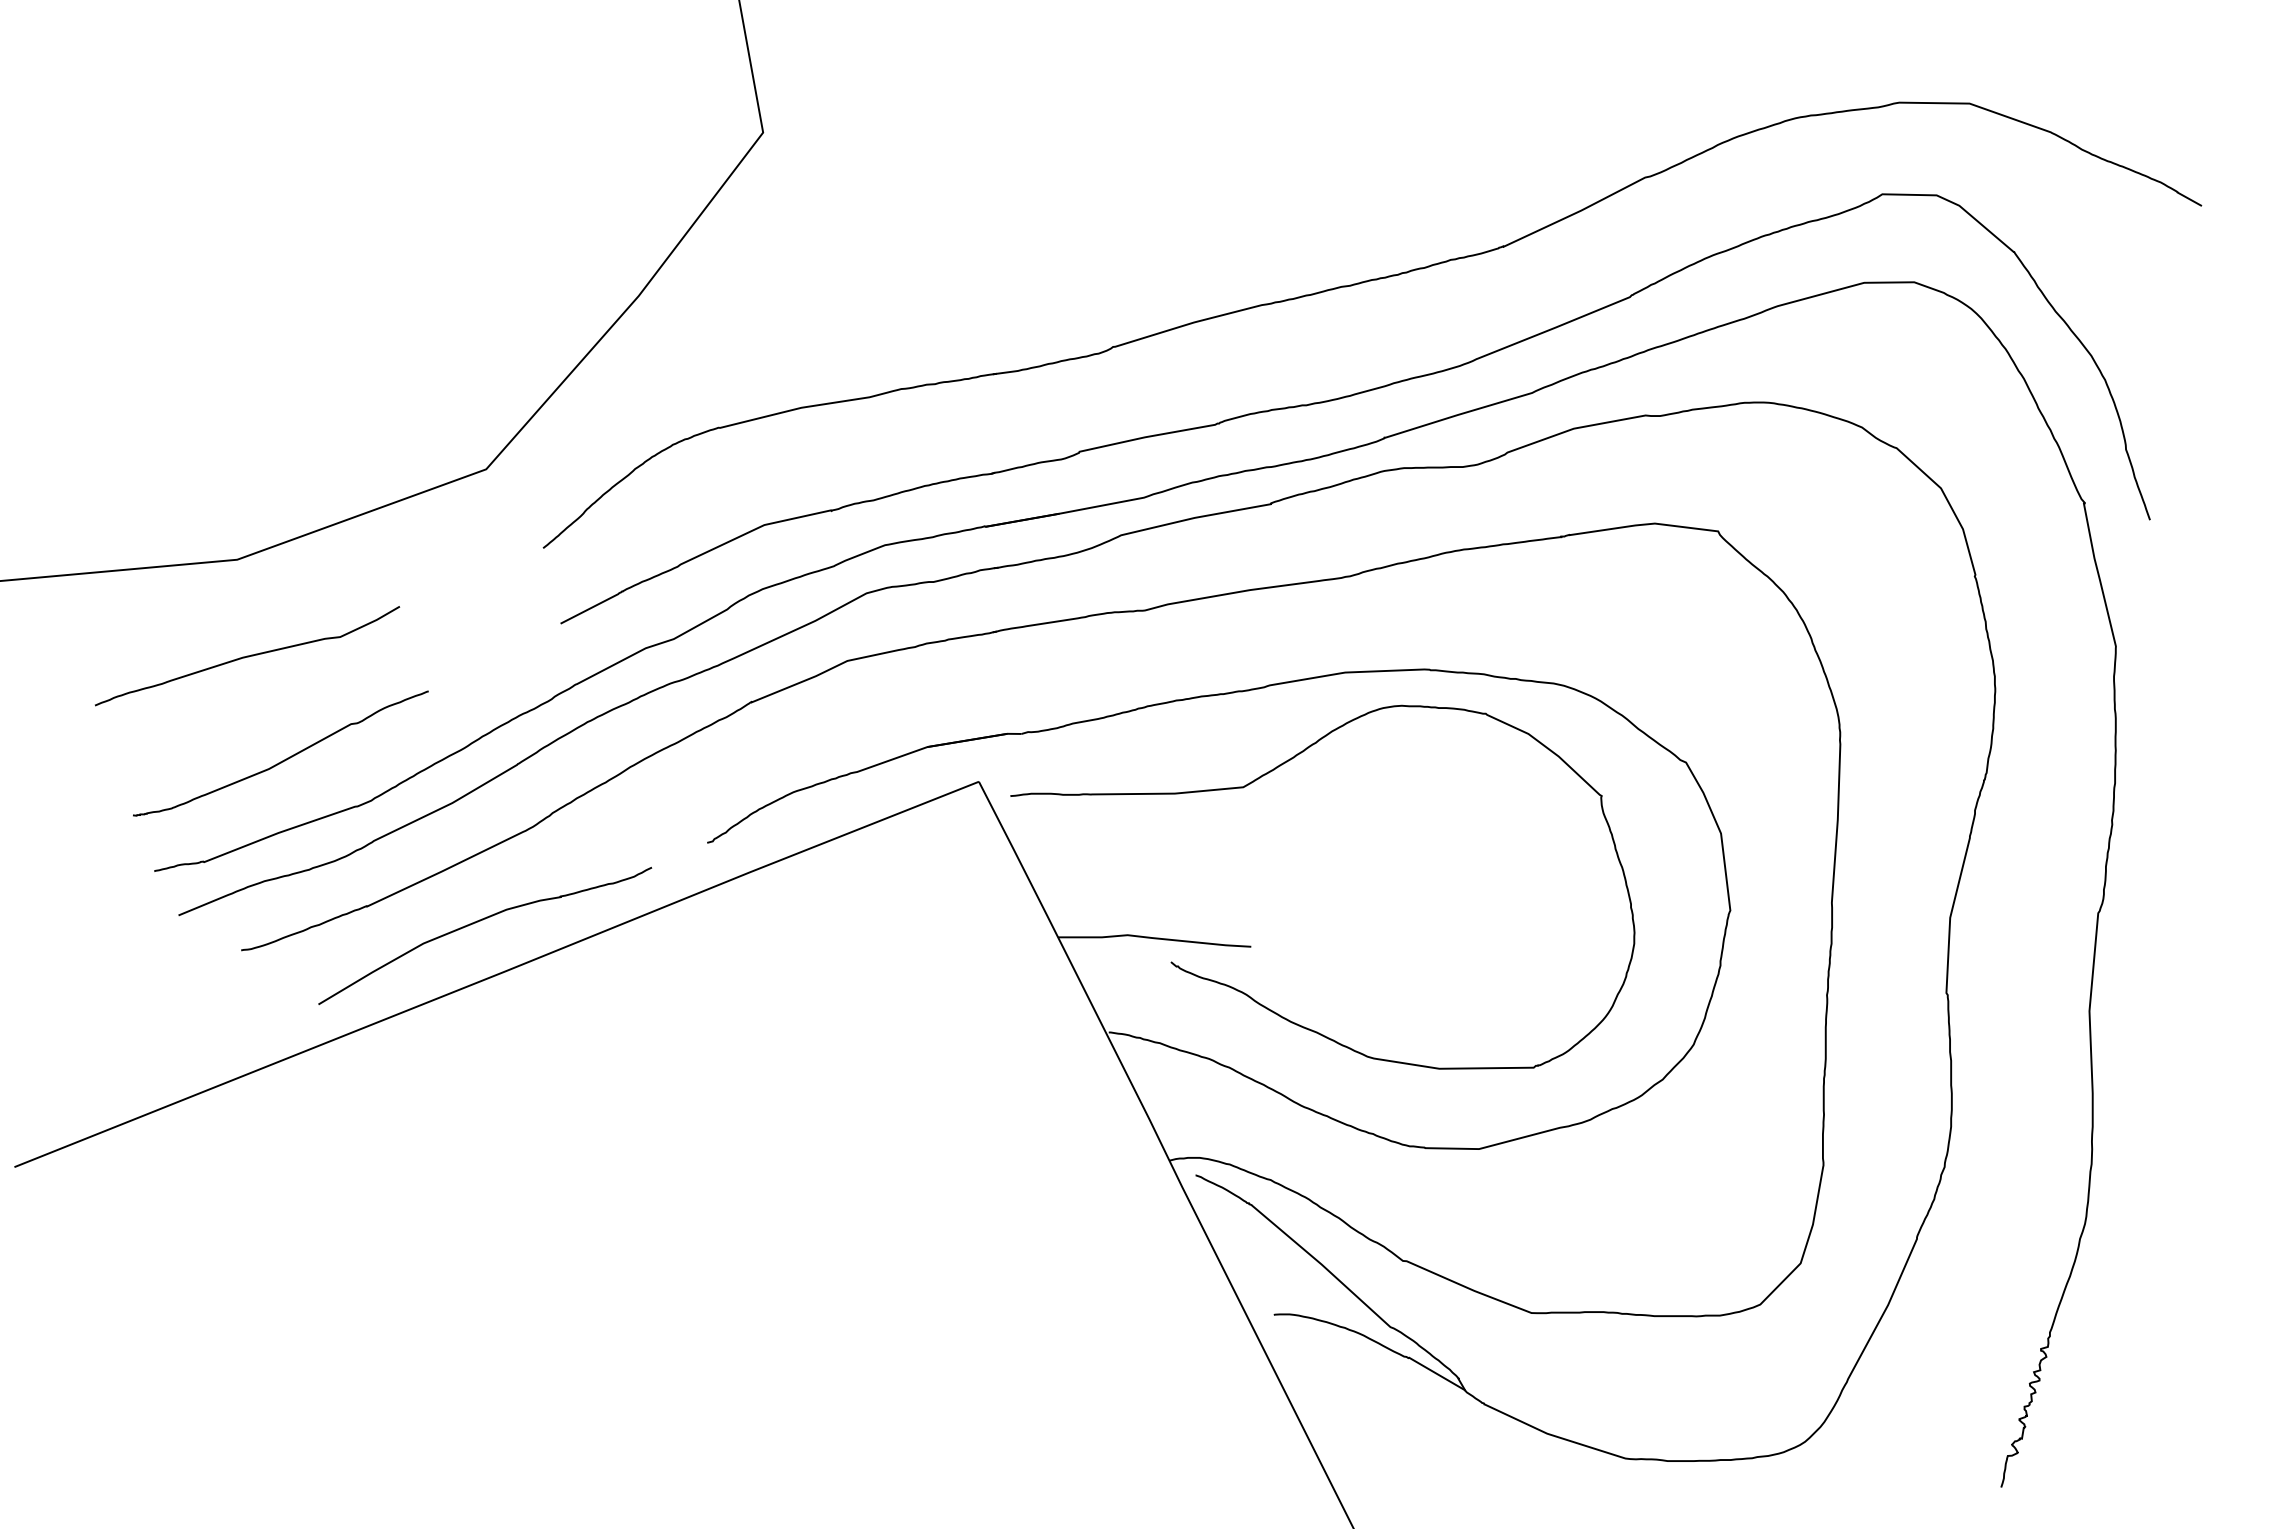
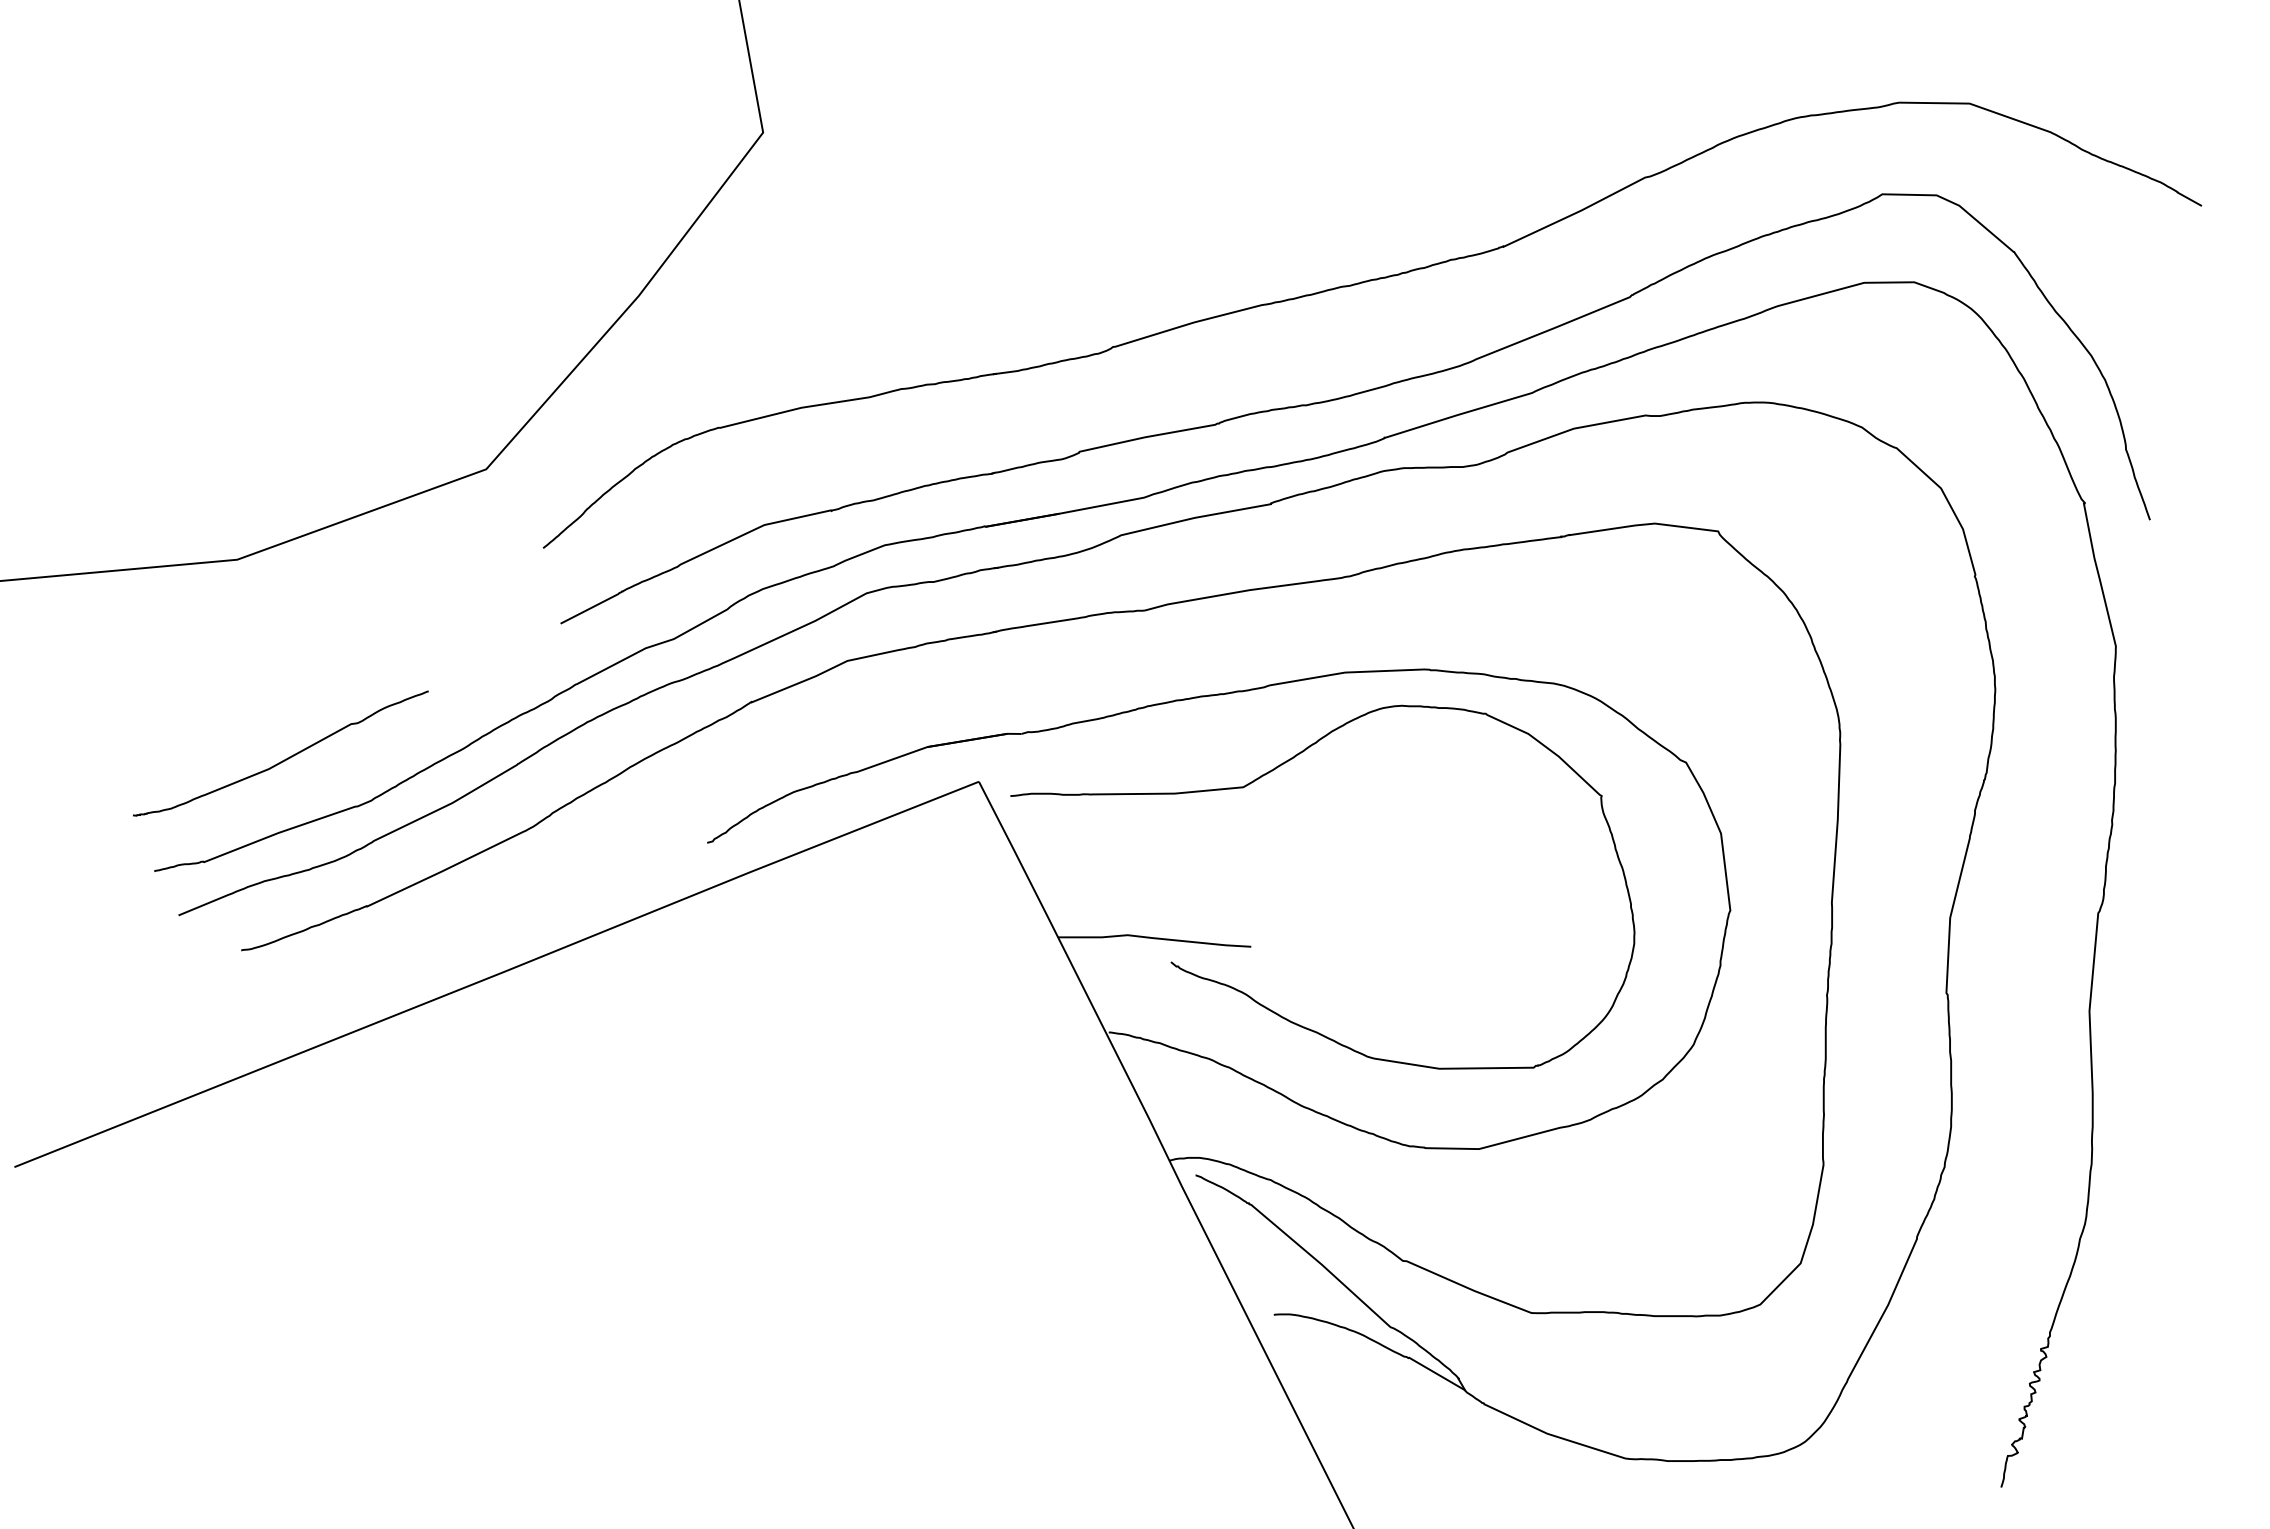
curve at (247, 656): present -> none
curve at (478, 922): present -> none
